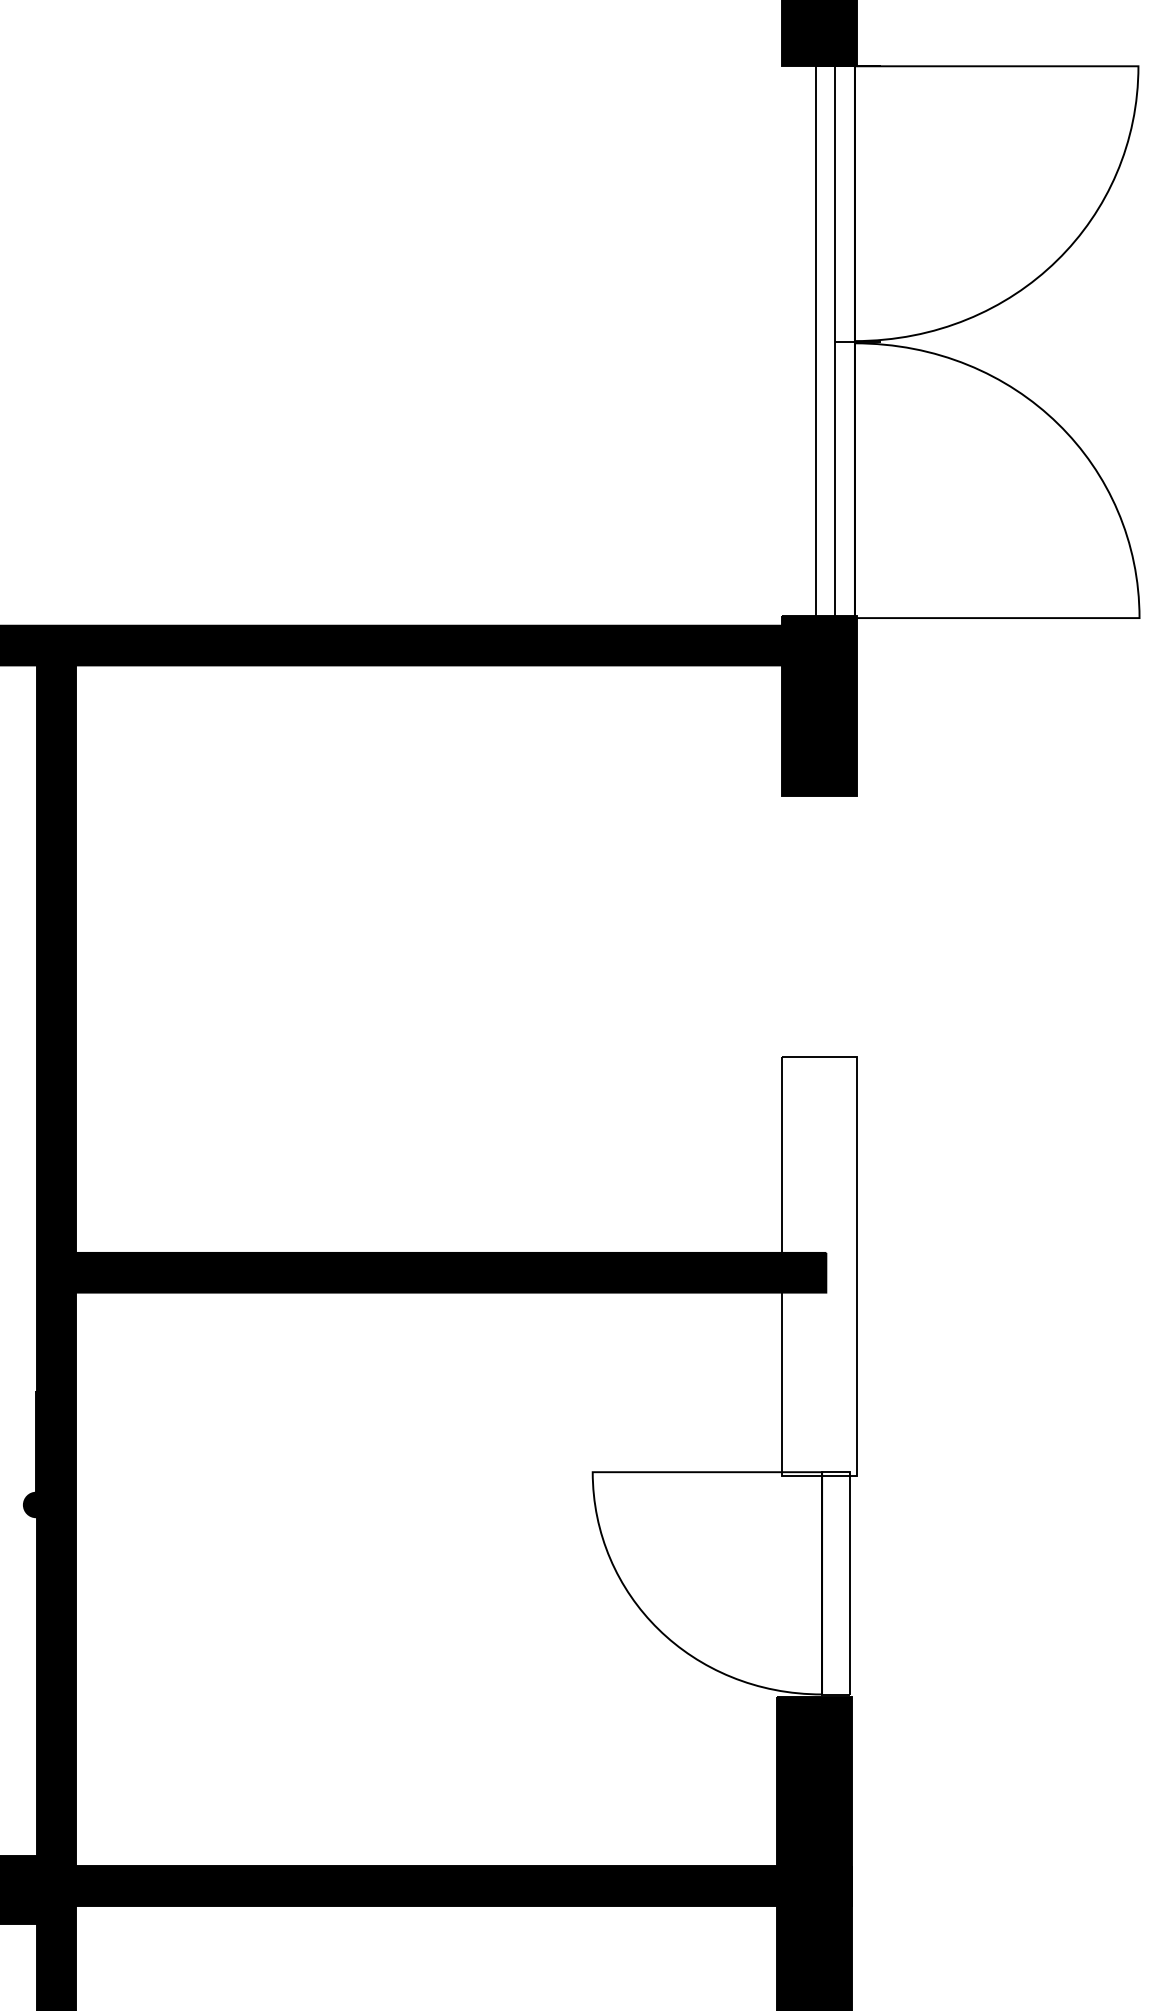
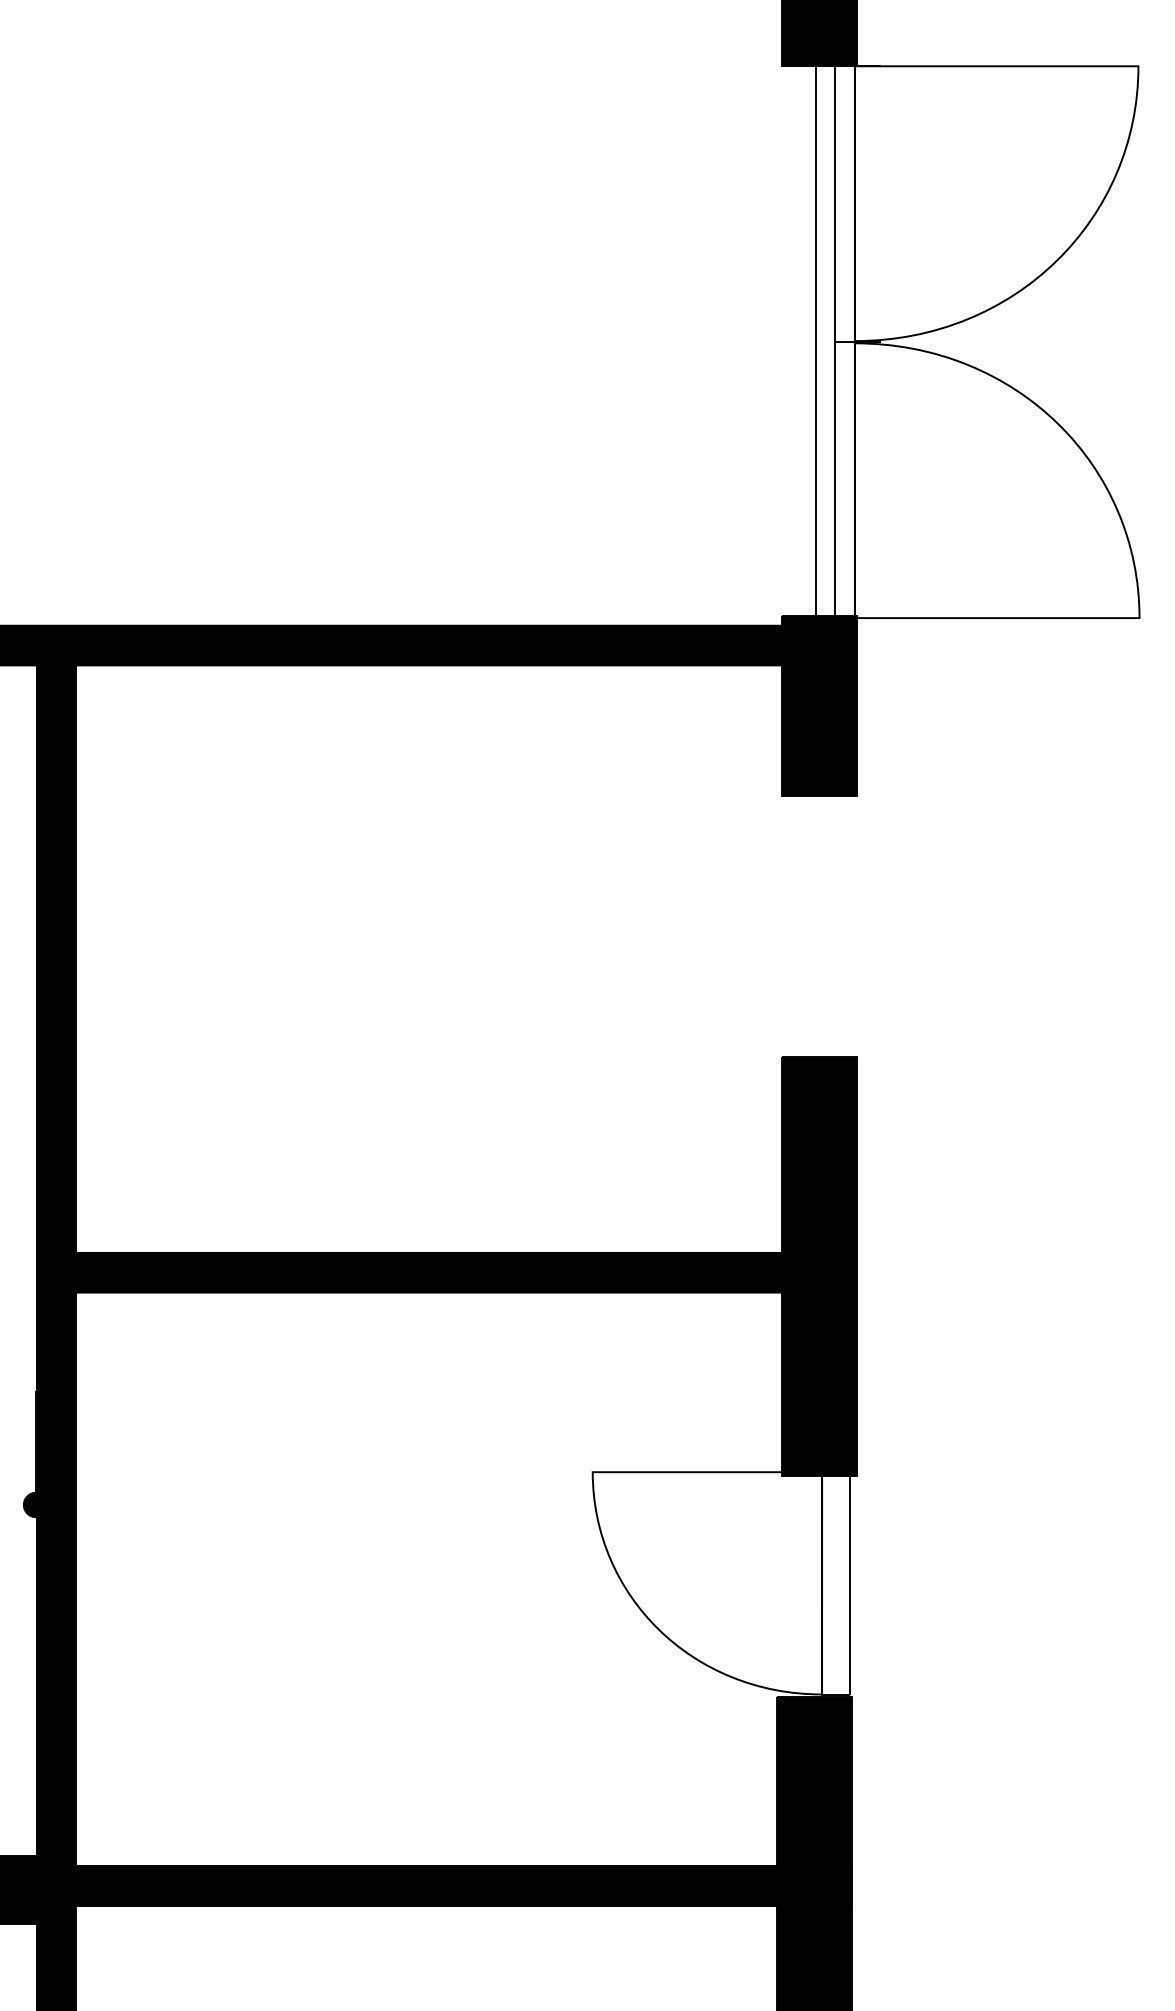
fill at (819, 1266): none -> present
